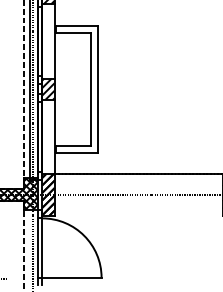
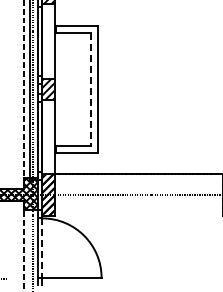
line at (91, 89): solid -> dashed
line at (42, 248): solid -> dashed
